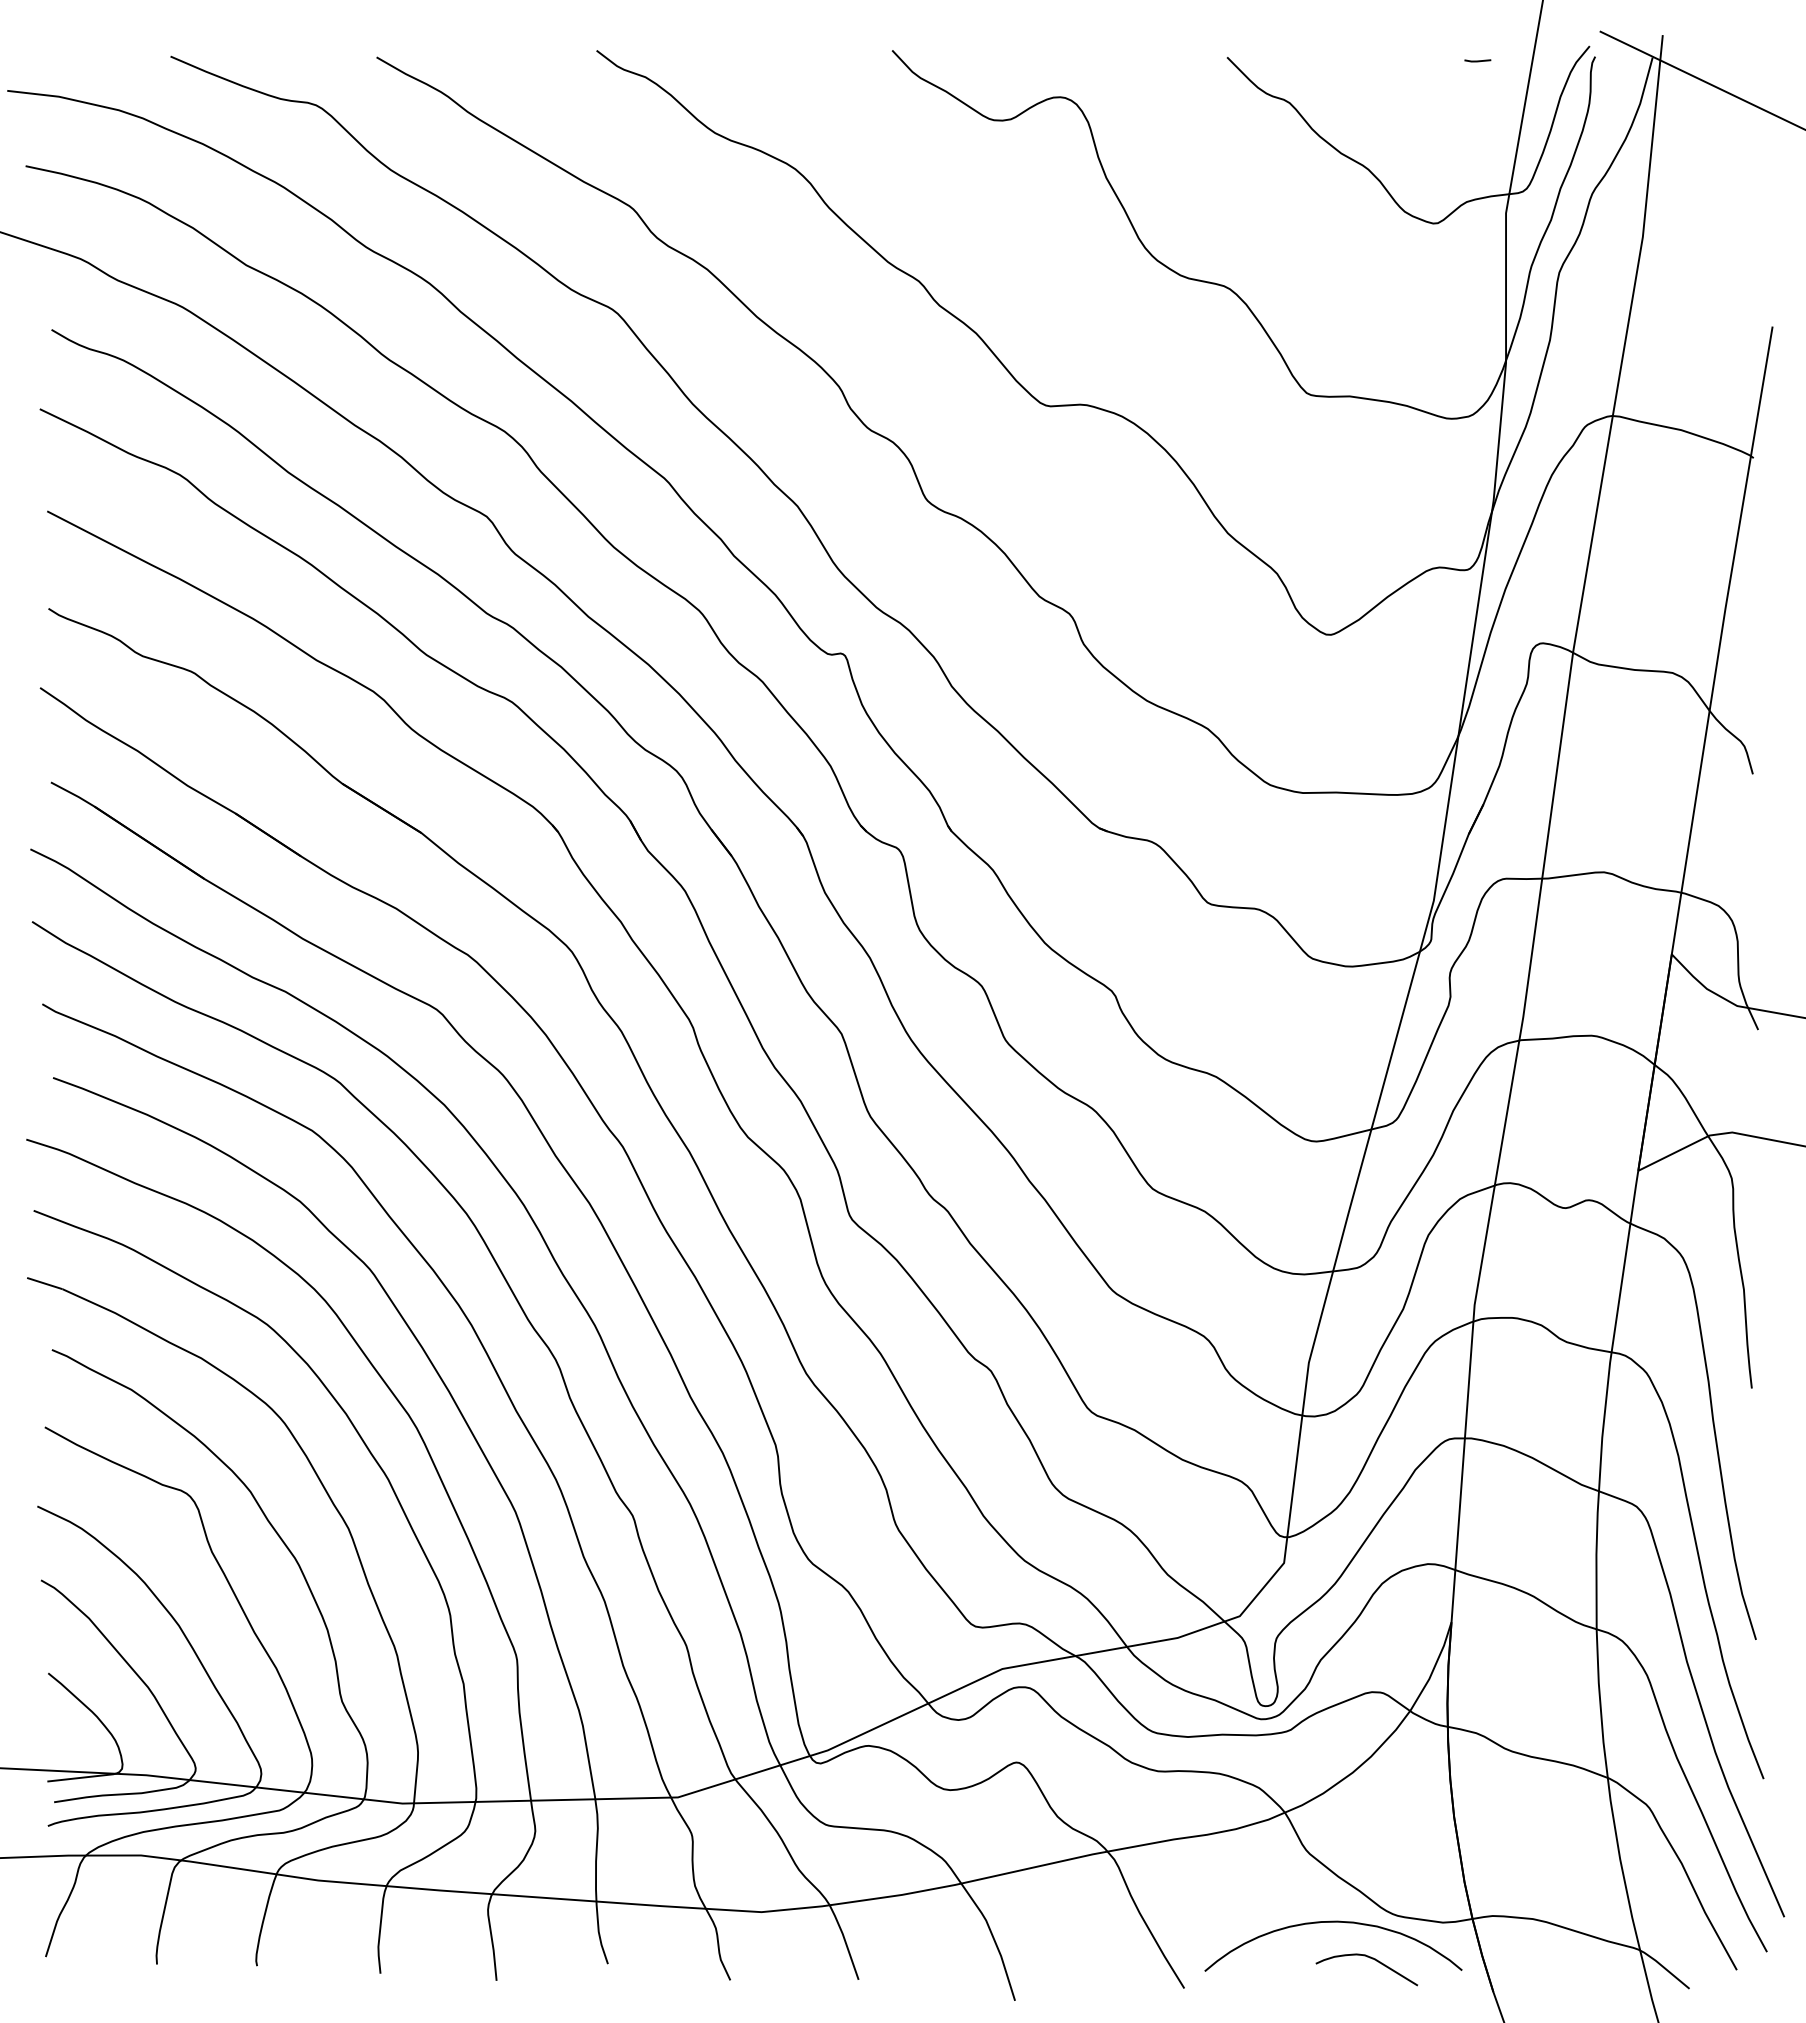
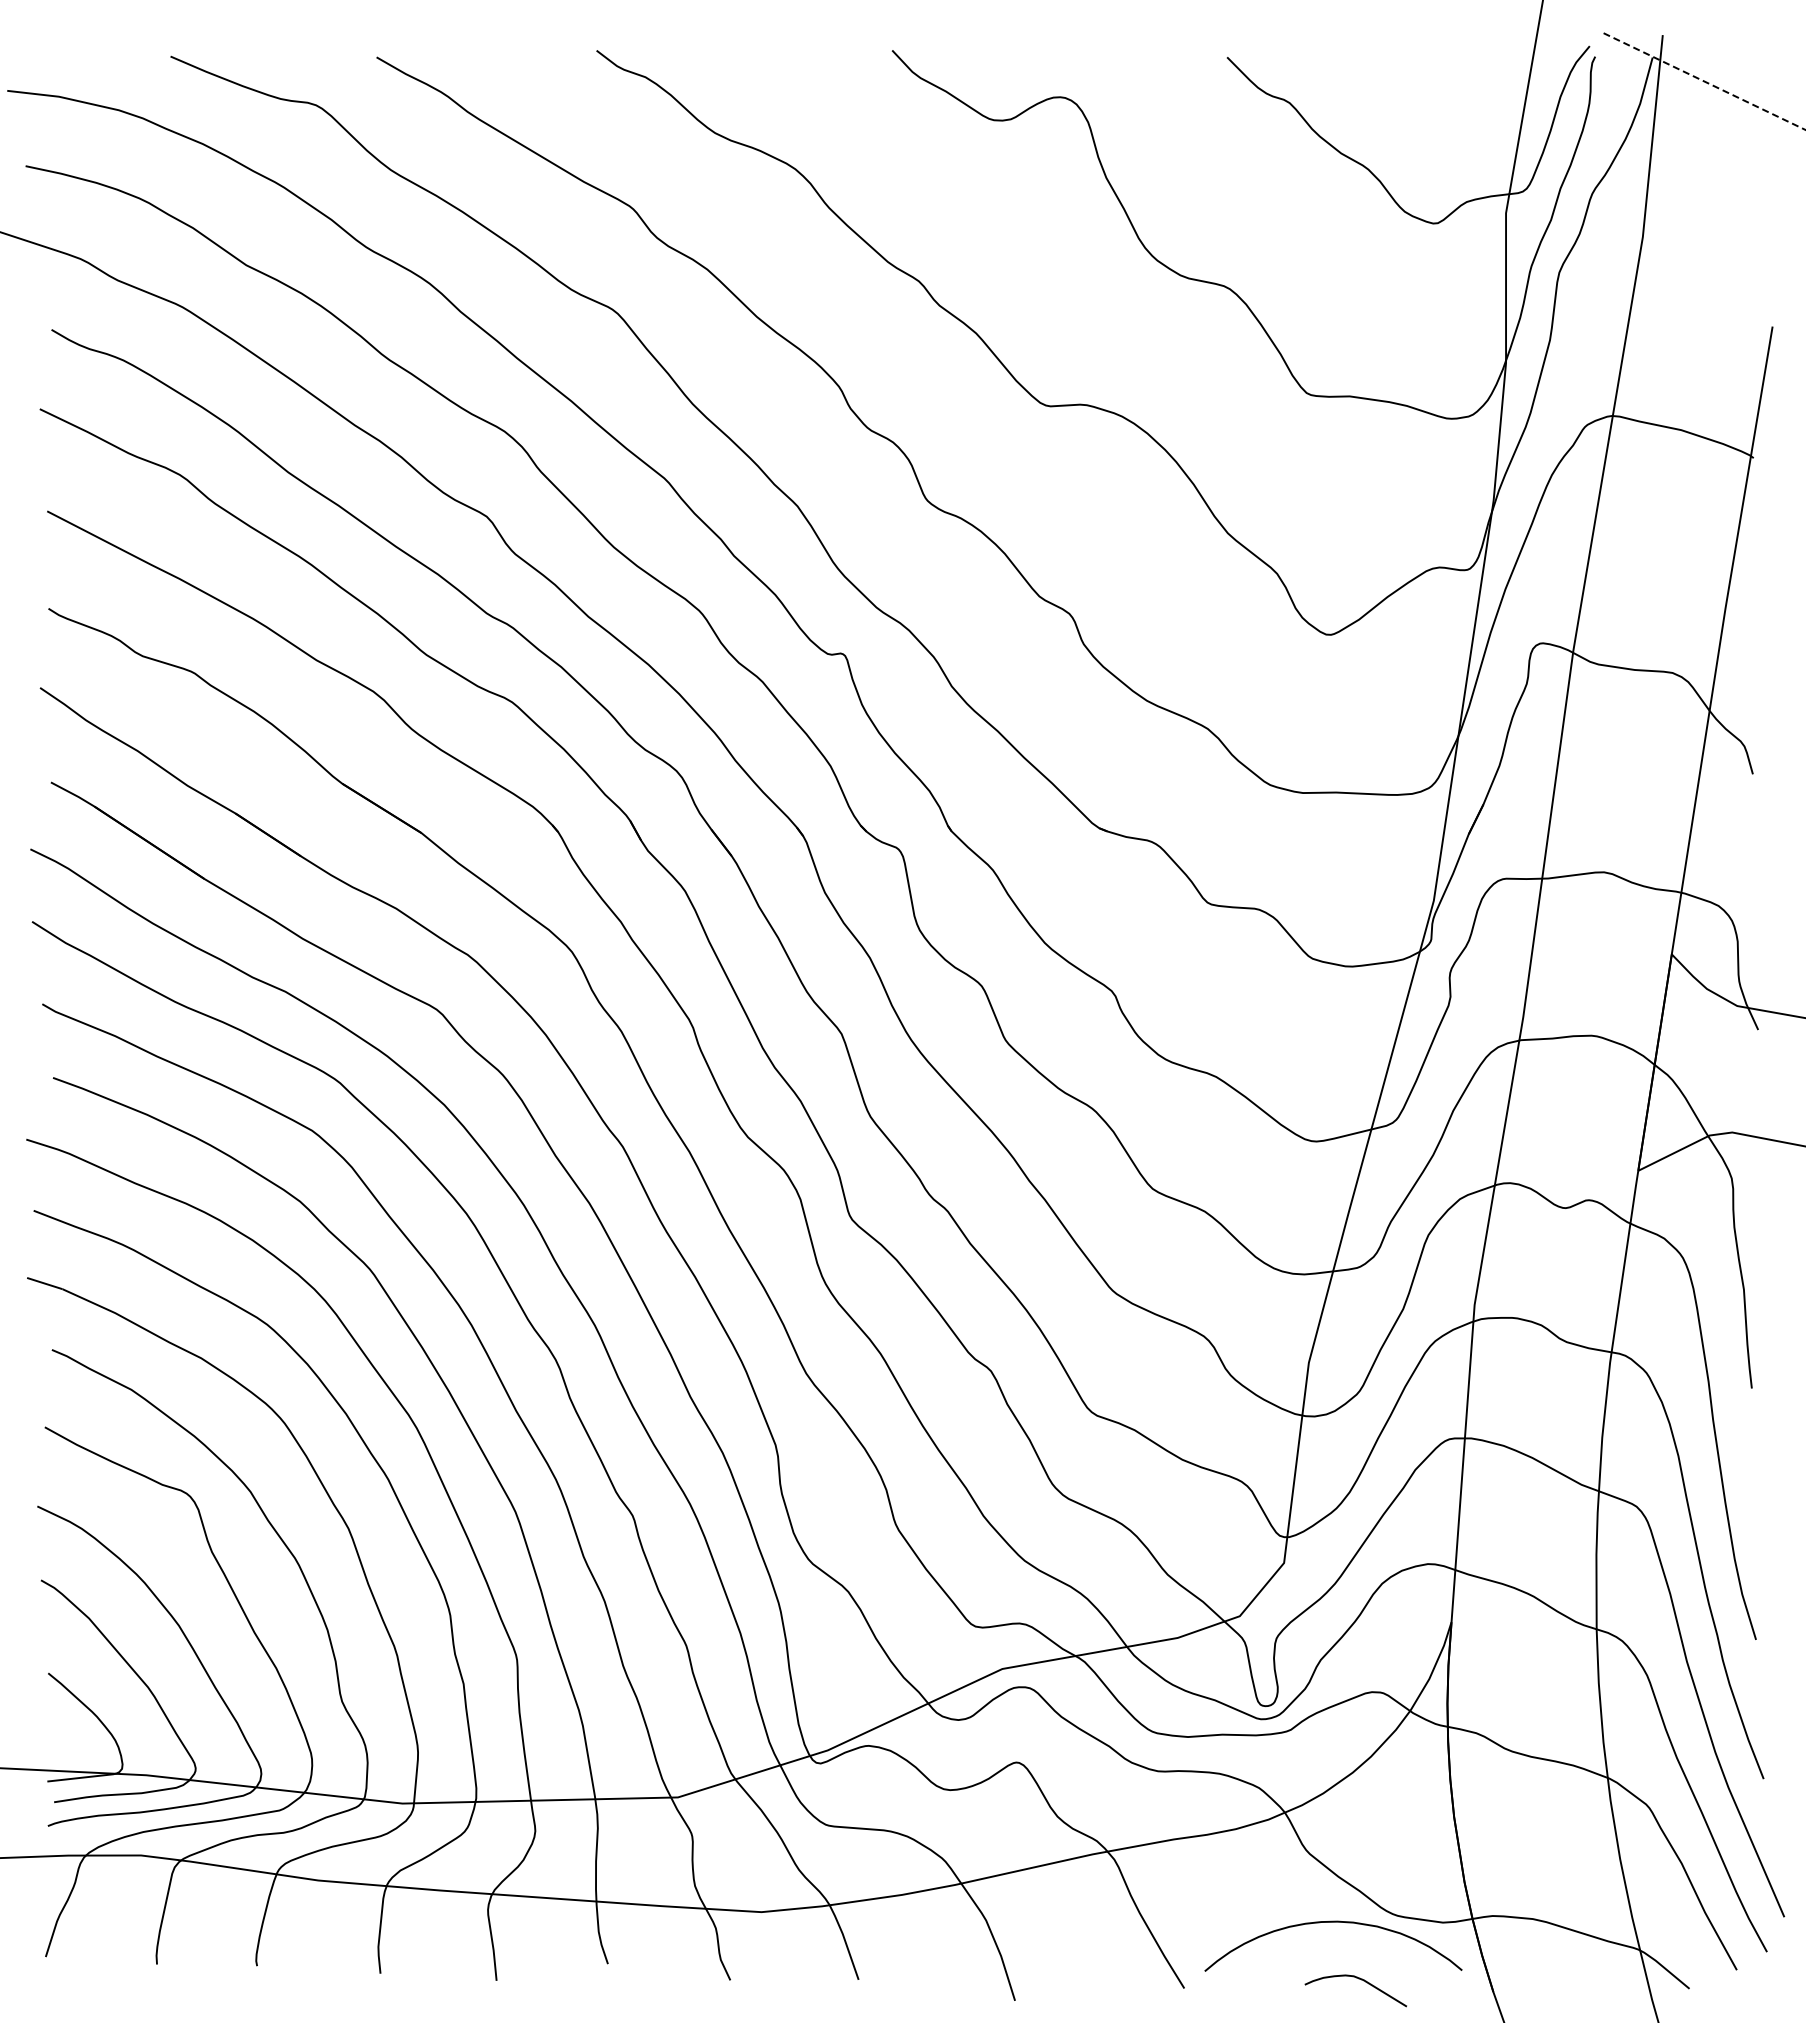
line at (1477, 60): present -> none
line at (1703, 80): solid -> dashed
curve at (1369, 1958) position: (1369, 1958) -> (1358, 1979)
